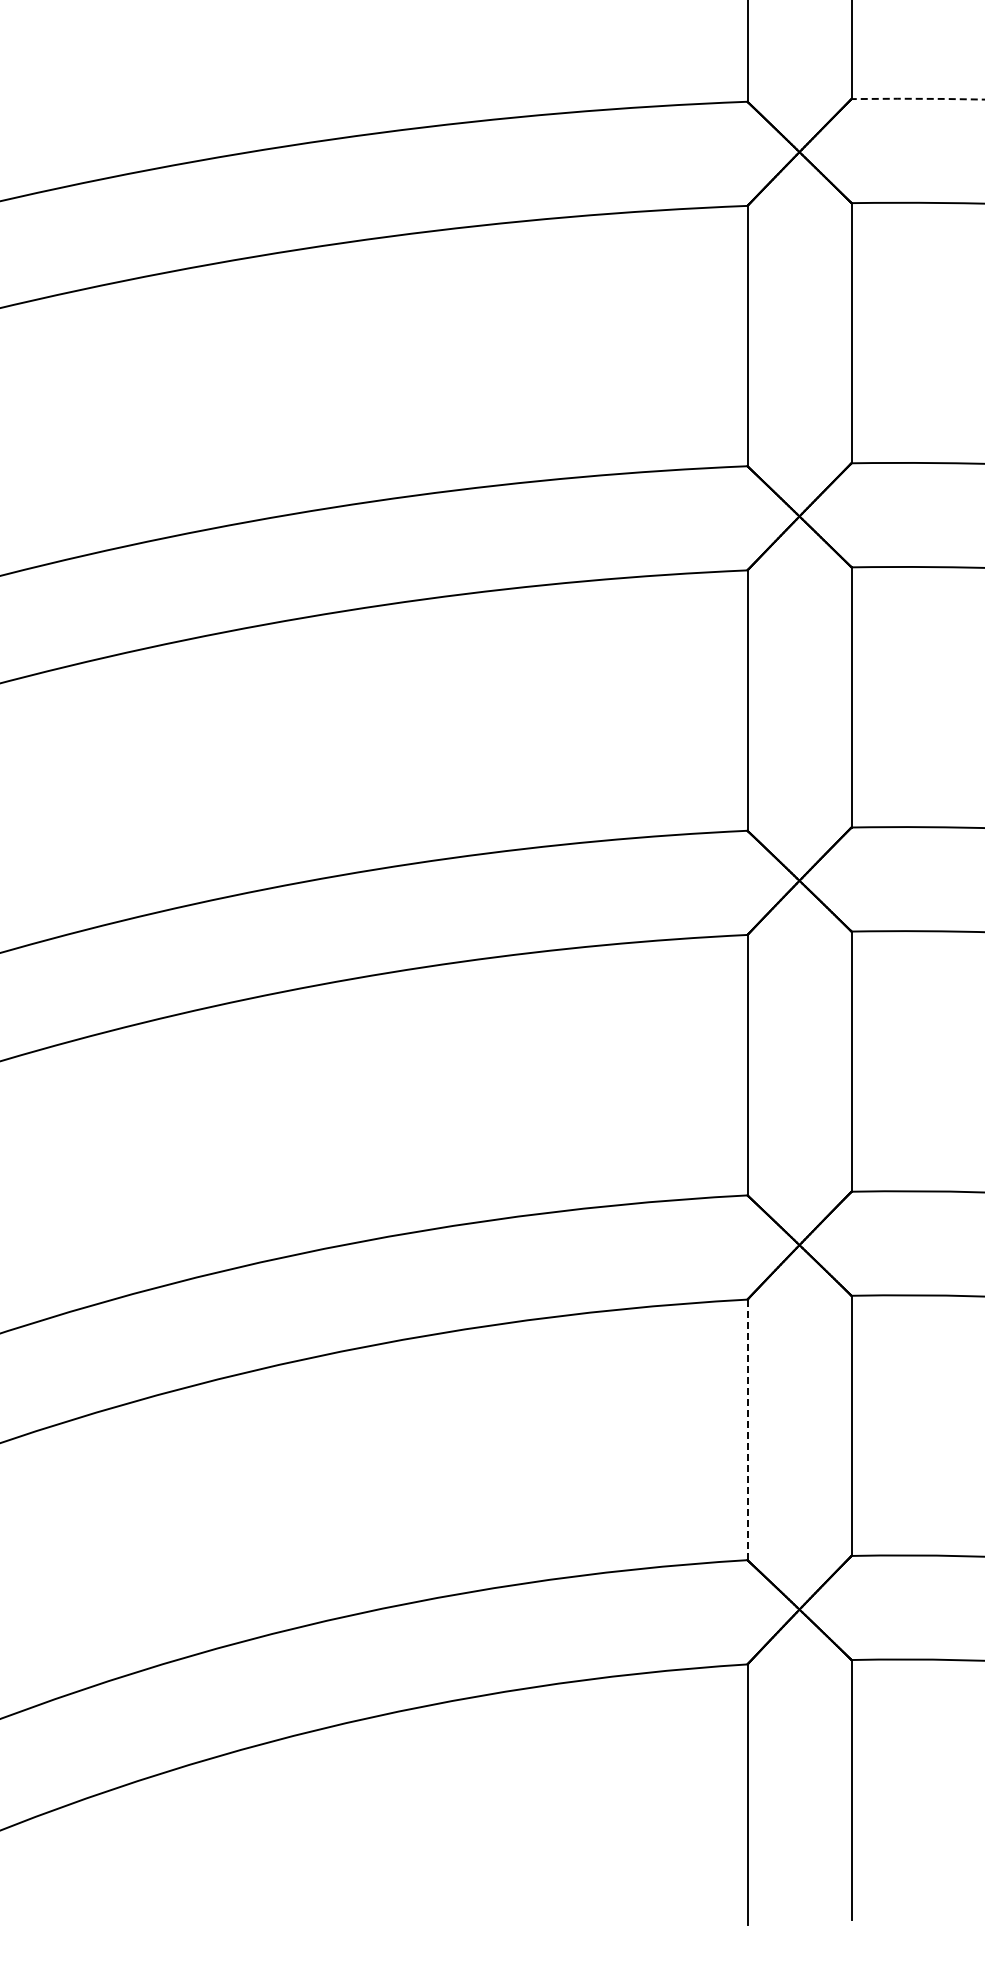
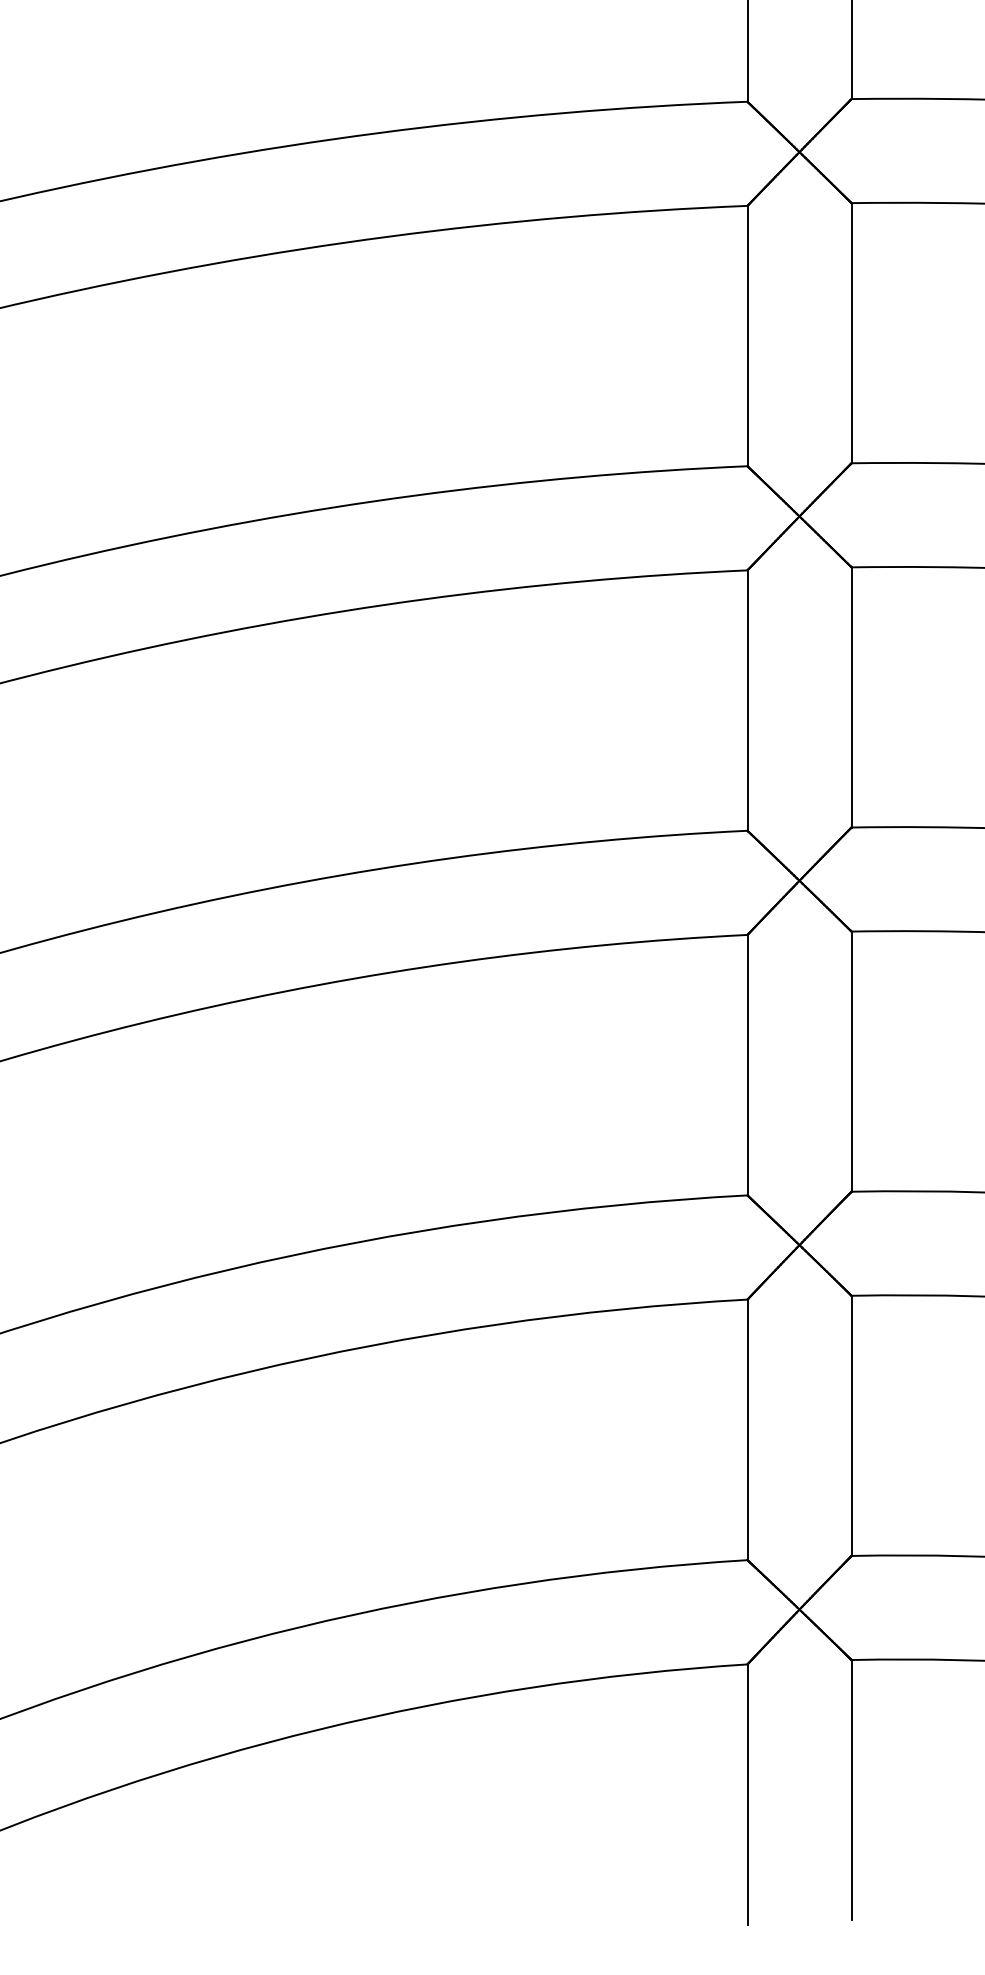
arc at (917, 98): dashed -> solid
line at (747, 1429): dashed -> solid
